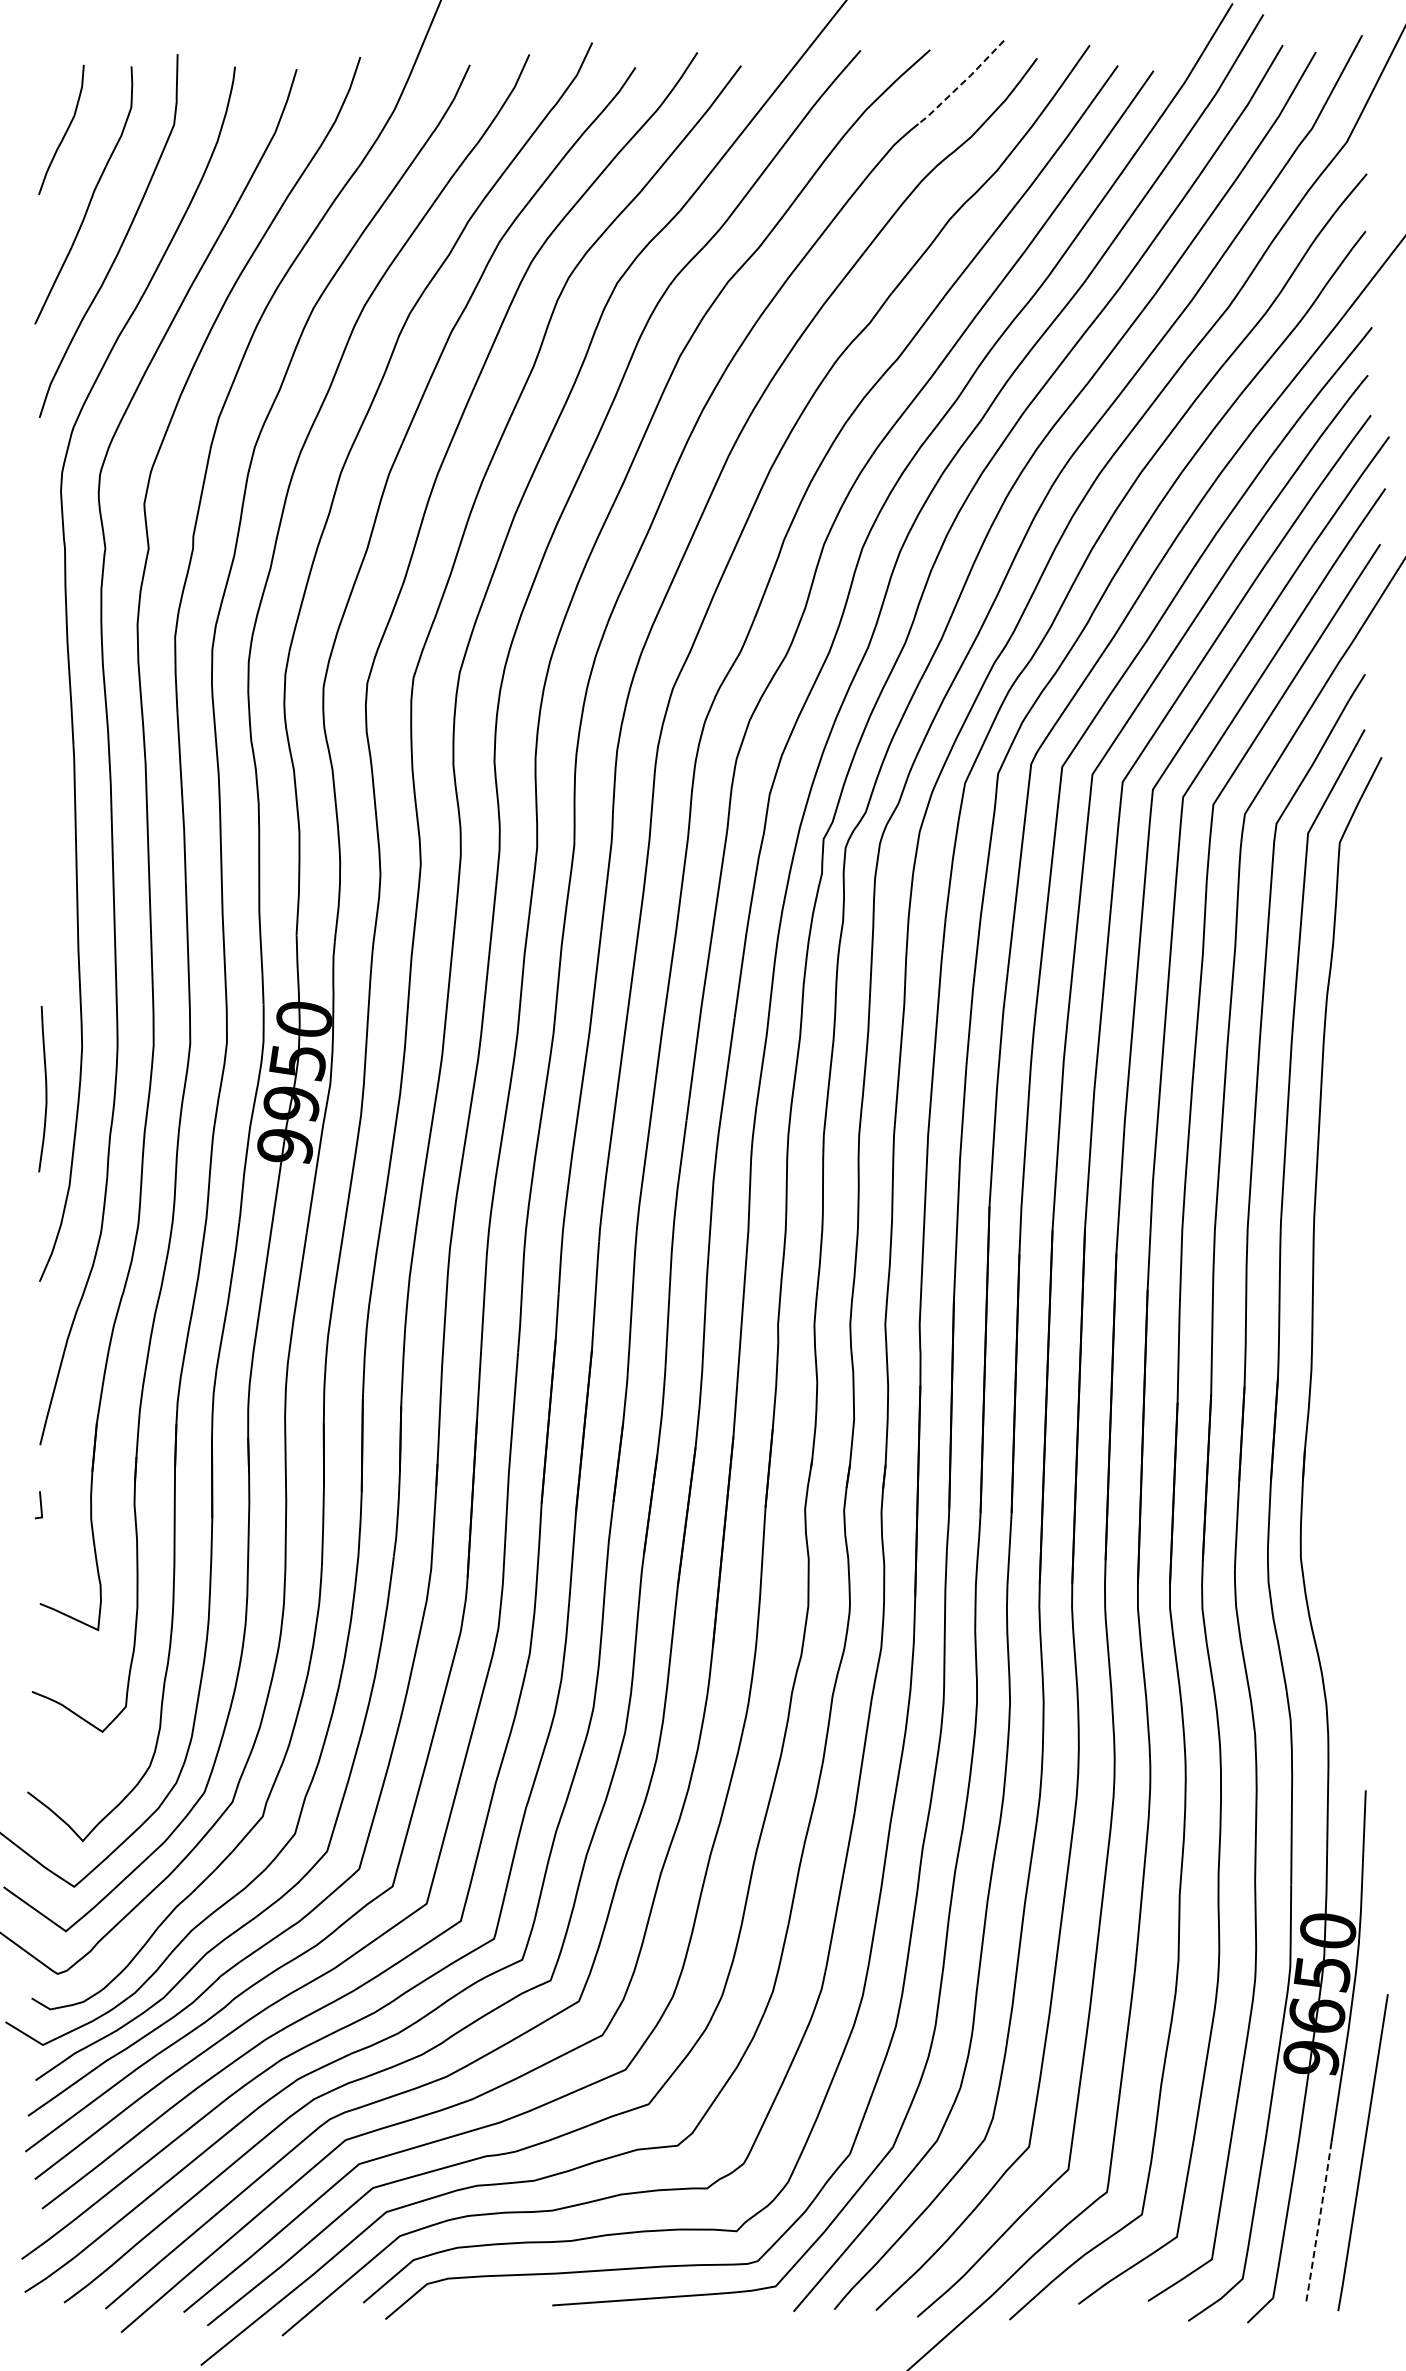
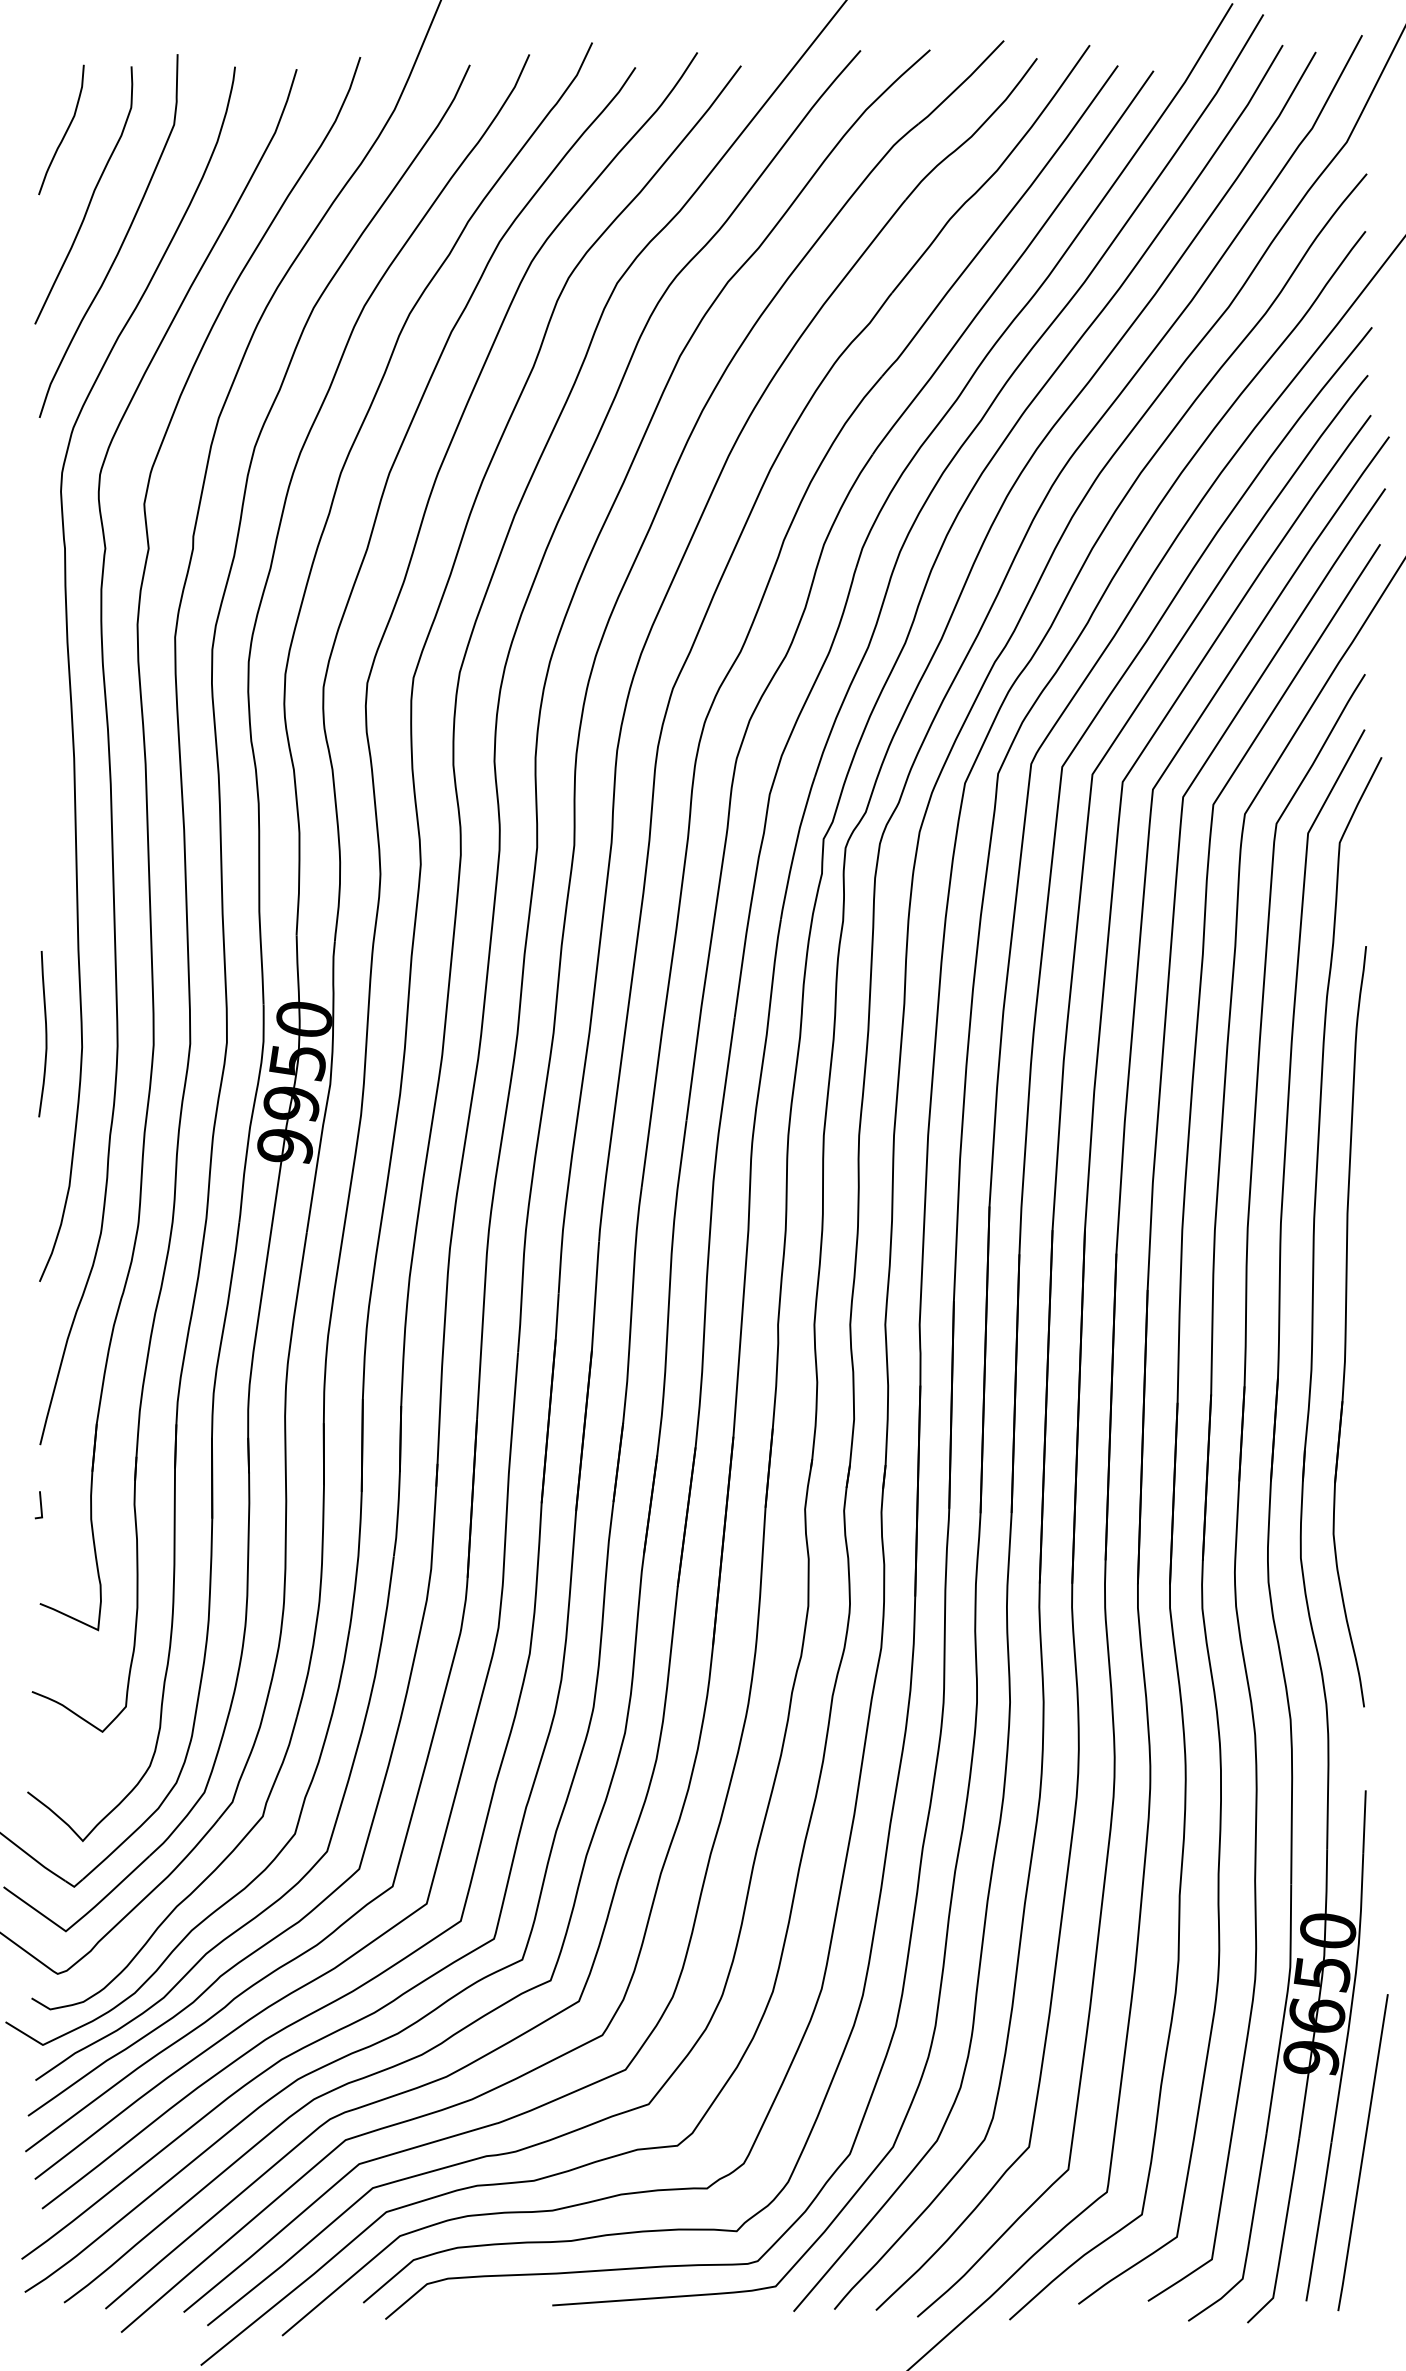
line at (962, 83): dashed -> solid
curve at (45, 1089) position: (45, 1089) -> (45, 1034)
part at (1349, 1326): none -> present
line at (1319, 2222): dashed -> solid
